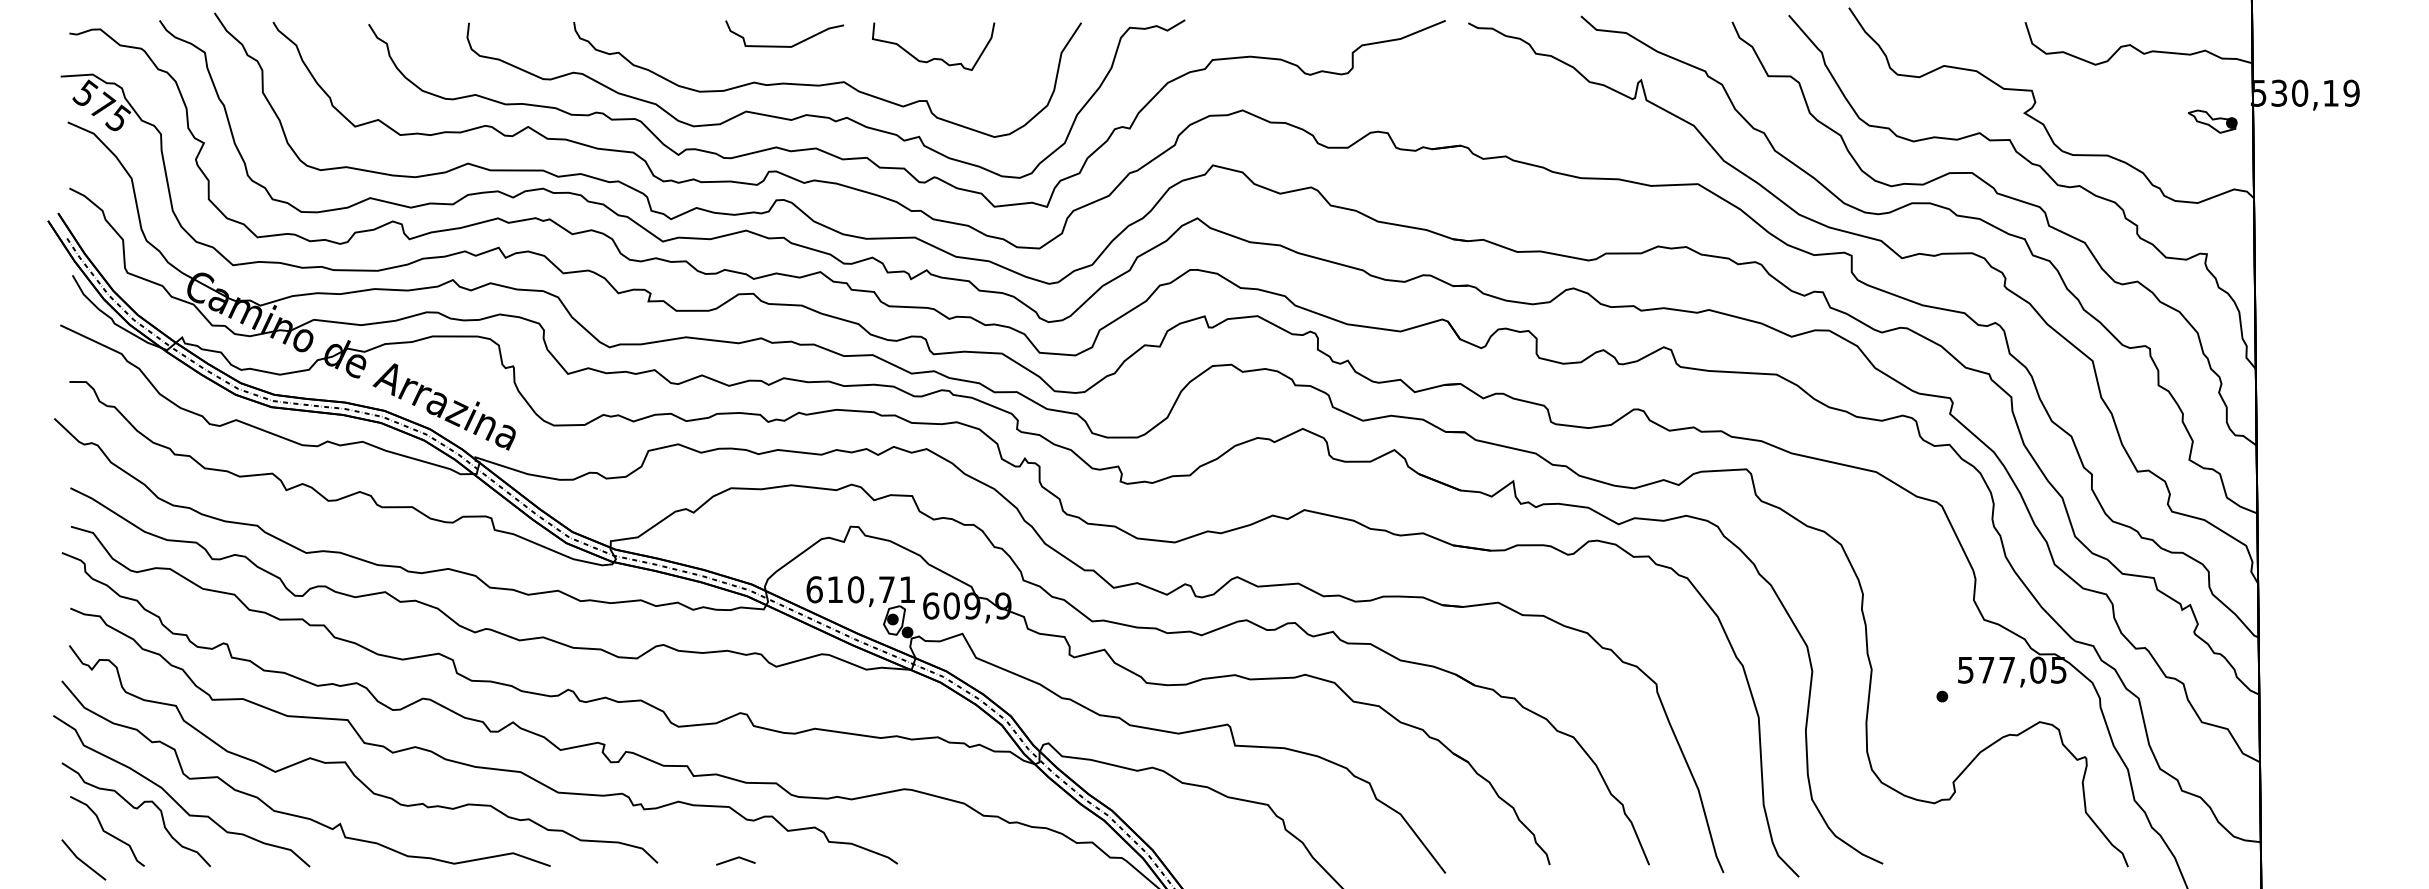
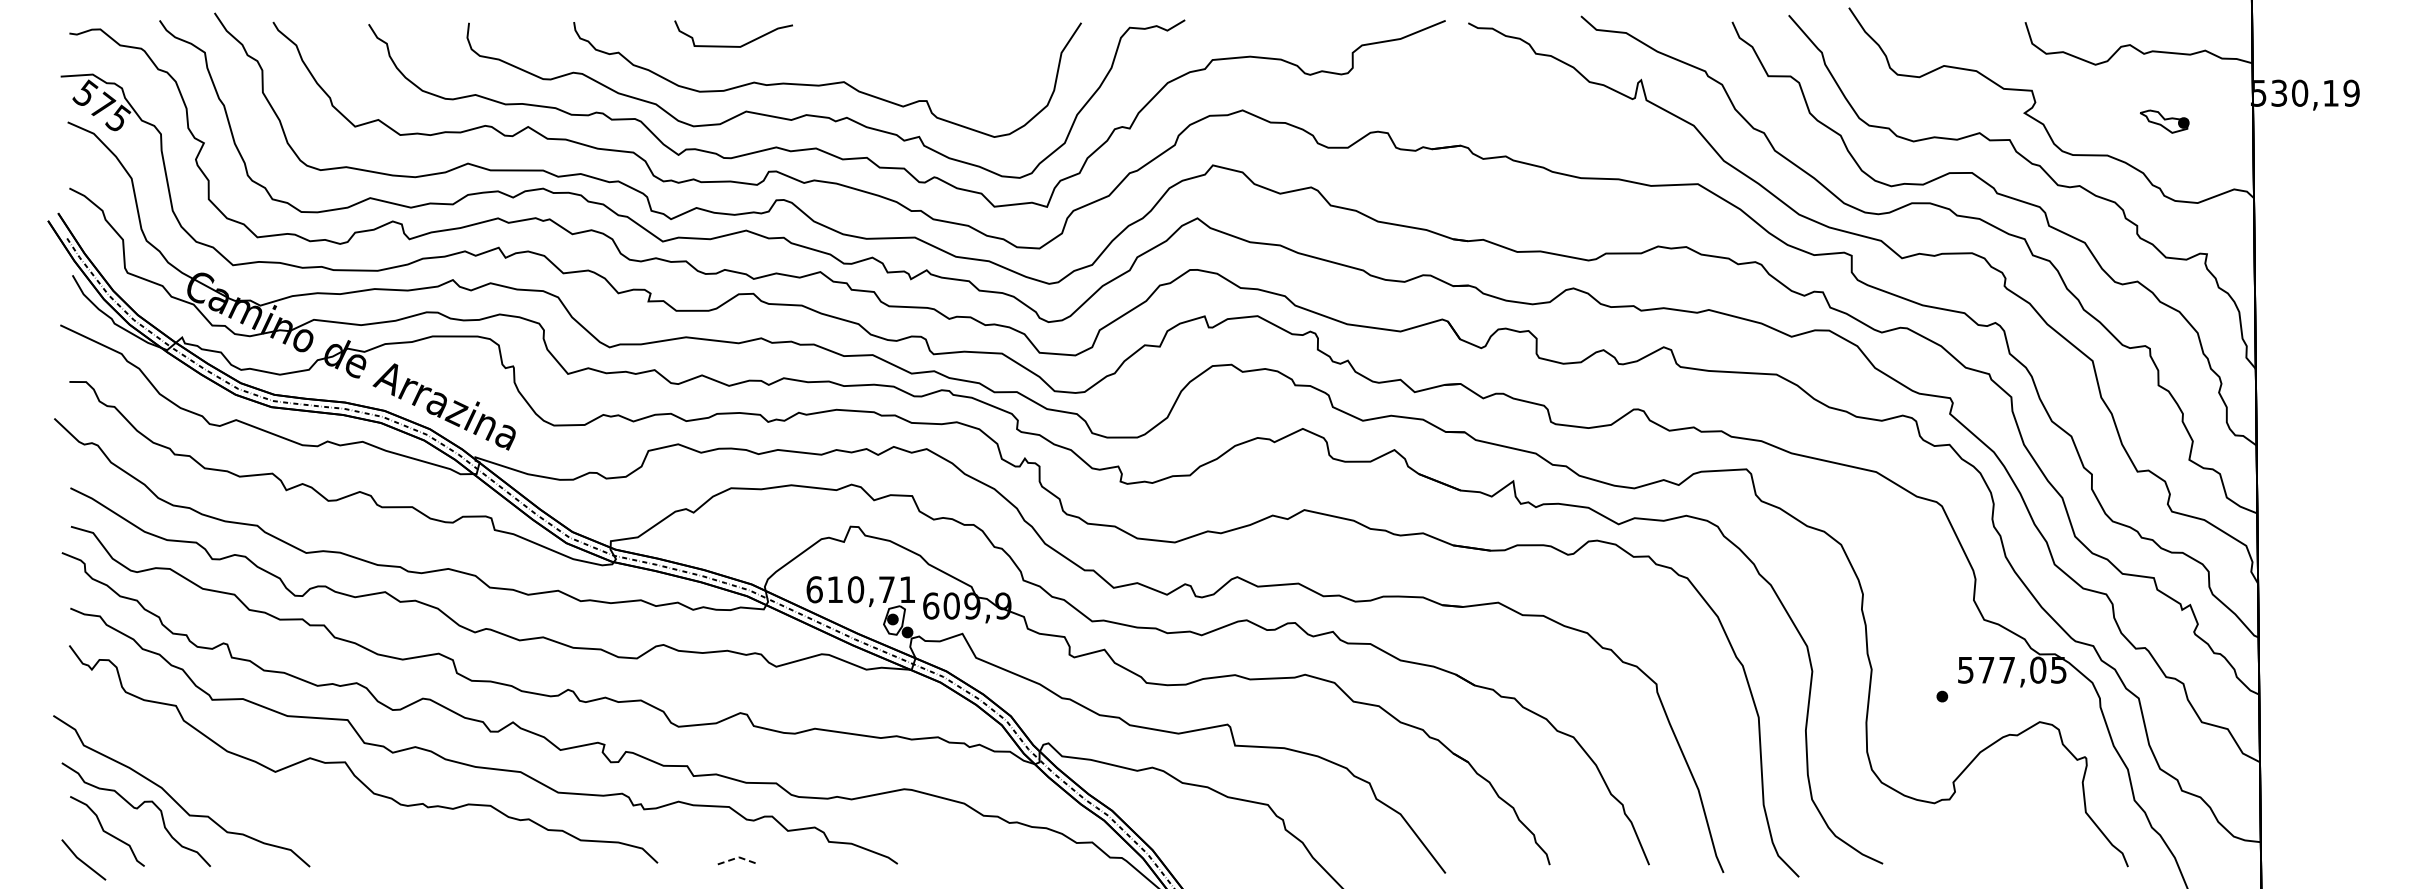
curve at (784, 45) position: (784, 45) -> (733, 45)
curve at (934, 57): present -> none
part at (2212, 121) position: (2212, 121) -> (2164, 121)
curve at (295, 814): present -> none
line at (736, 858): solid -> dashed
